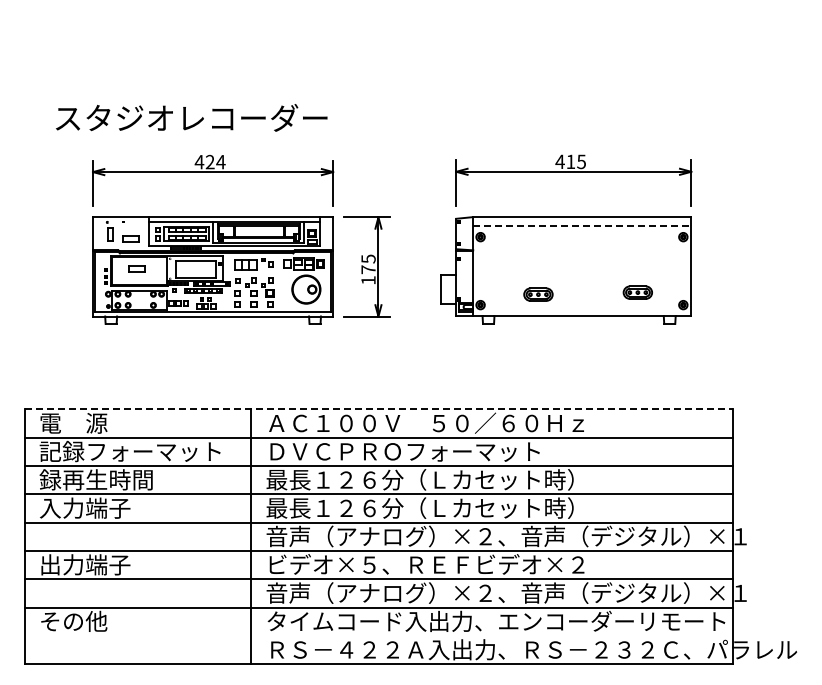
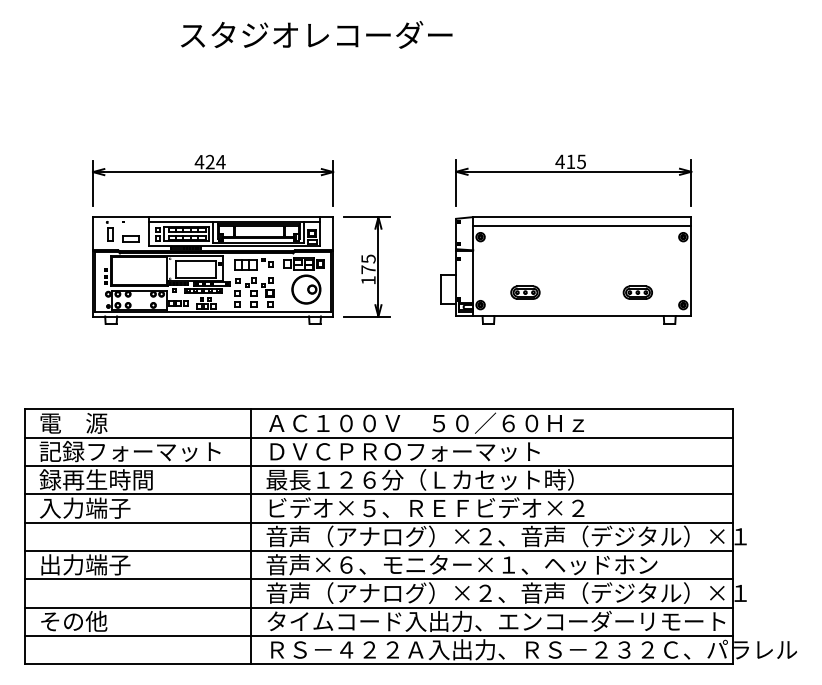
text at (191, 117) position: (191, 117) -> (316, 34)
line at (582, 225): dashed -> solid
part at (136, 268): present -> none
part at (538, 294) position: (538, 294) -> (525, 292)
line at (378, 409): dashed -> solid
text at (425, 507): 最長１２６分（Ｌカセット時） -> ビデオ×５、ＲＥＦビデオ×２
text at (461, 564): ビデオ×５、ＲＥＦビデオ×２ -> 音声×６、モニター×１、ヘッドホン
line at (378, 635): none -> present
